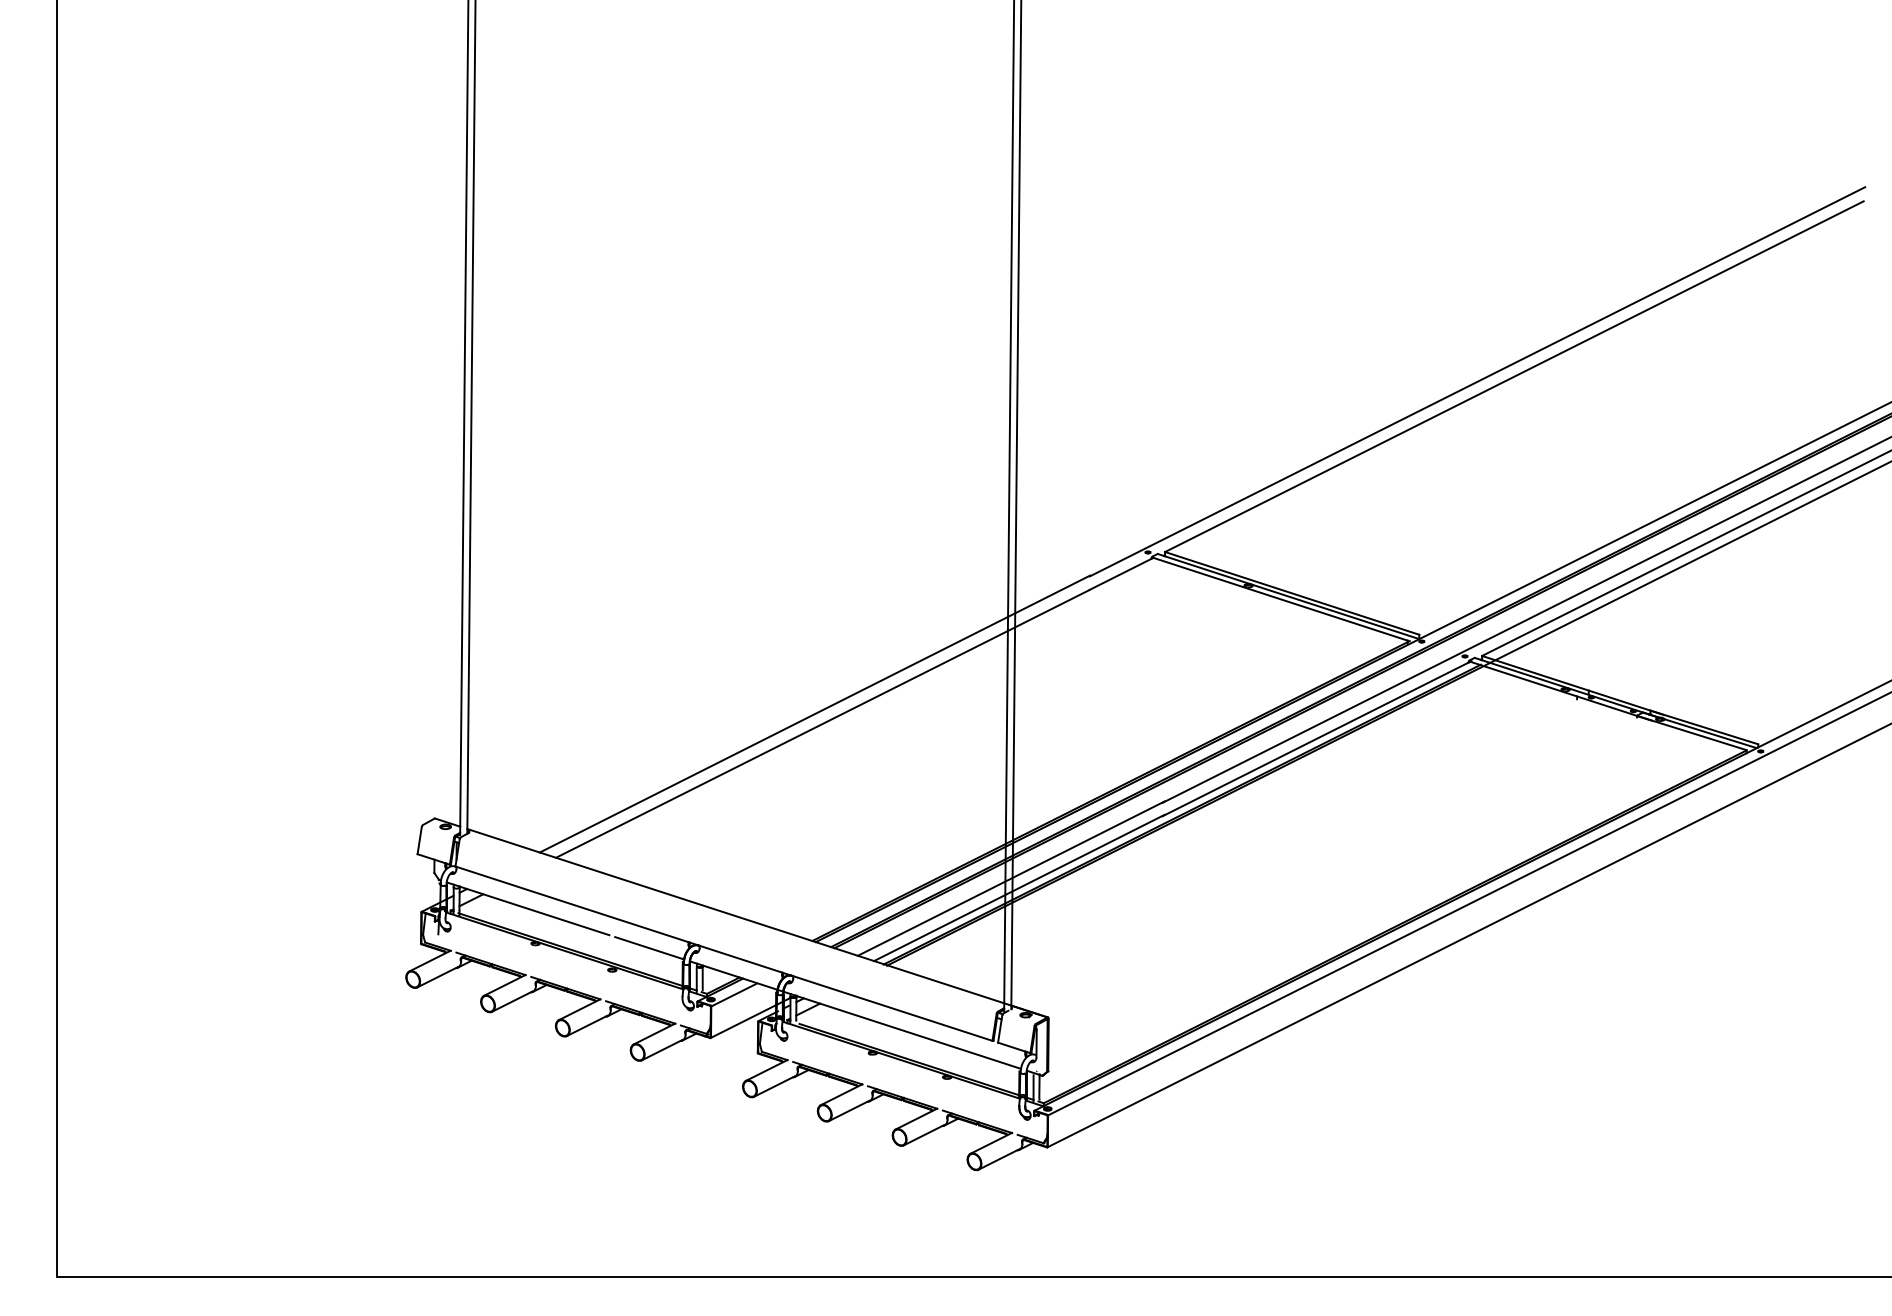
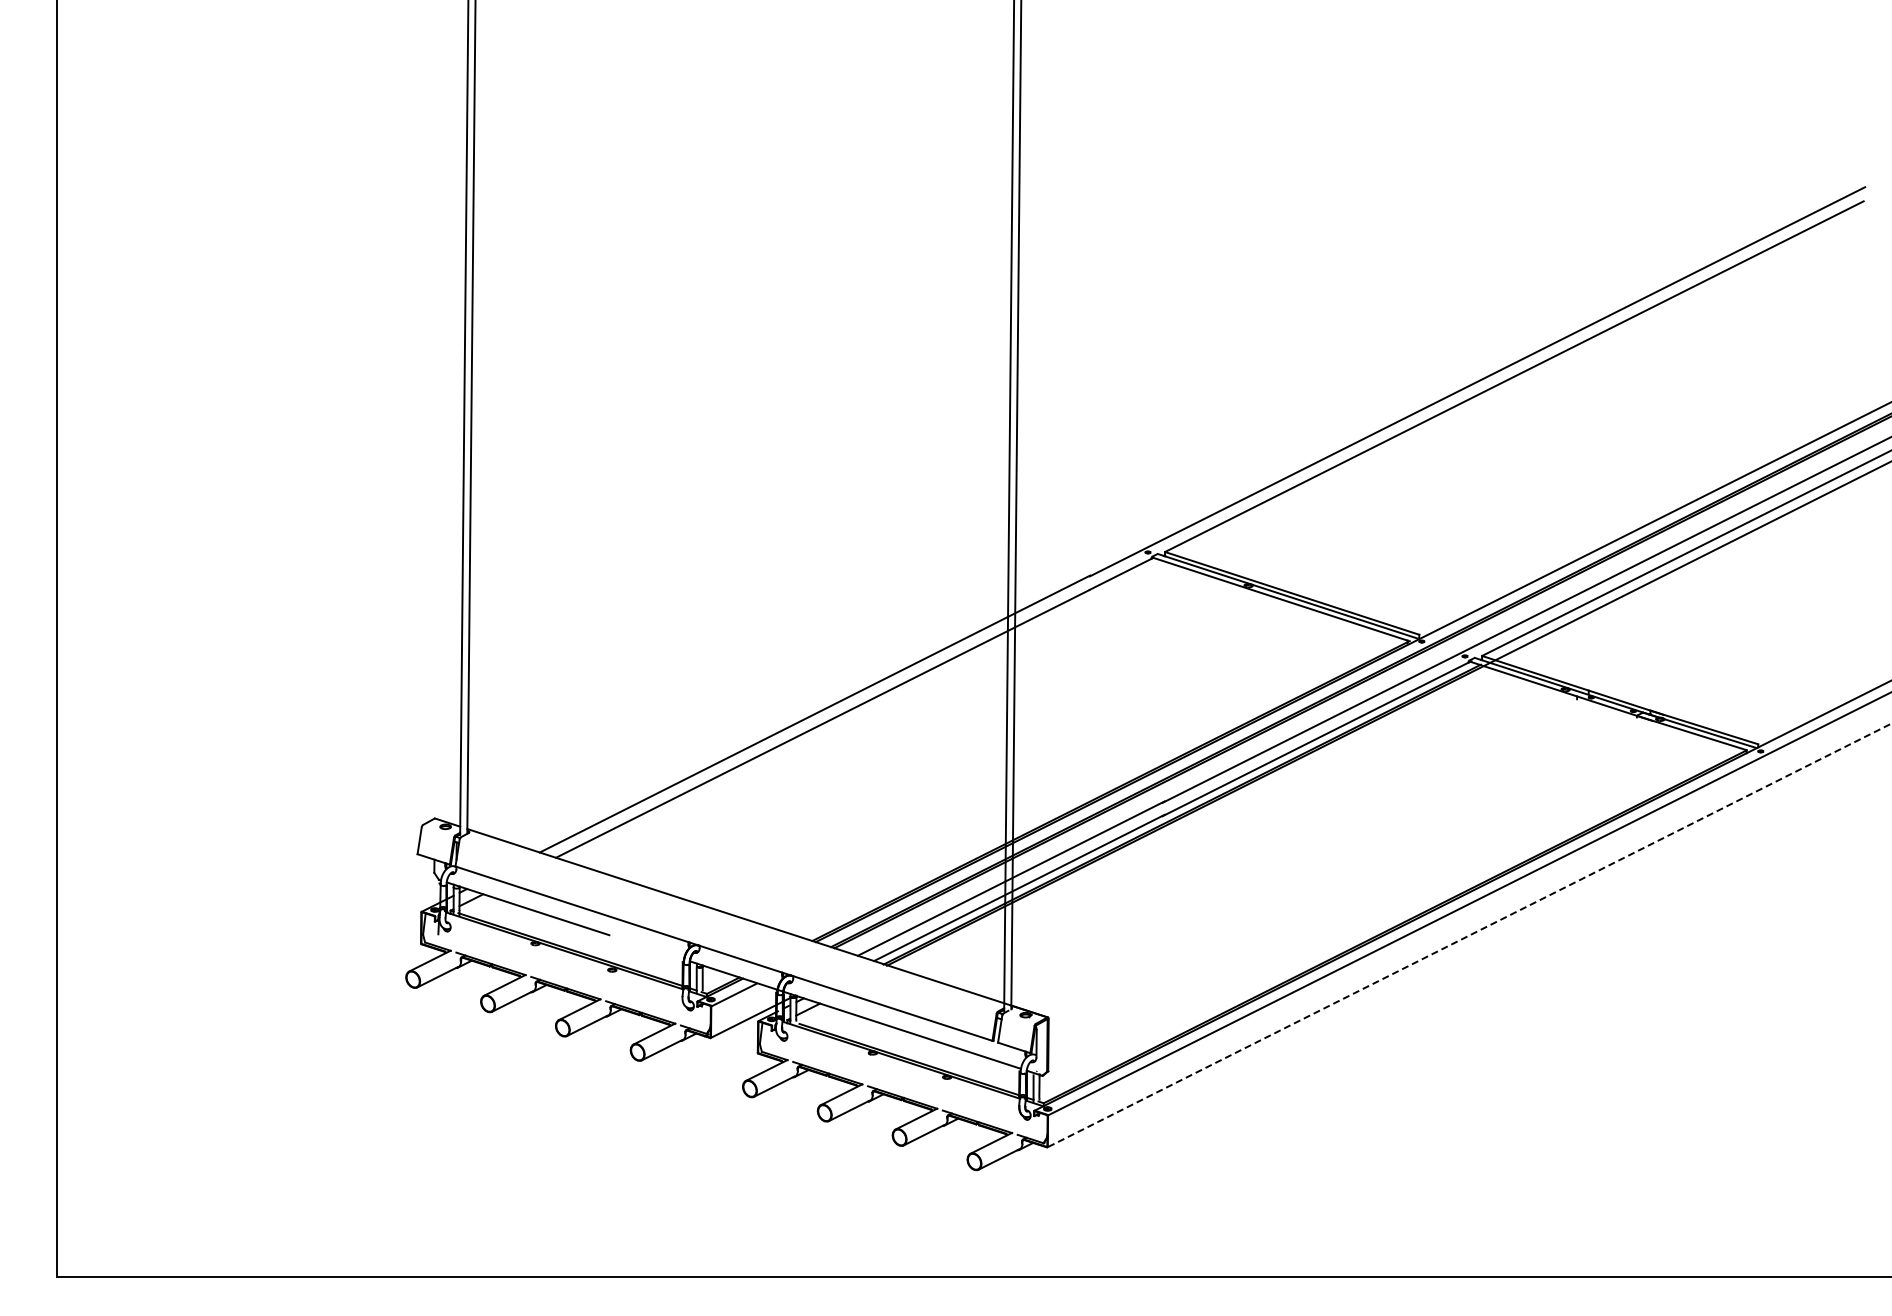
line at (1469, 935): solid -> dashed
line at (649, 948): present -> none
